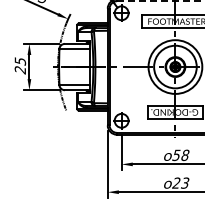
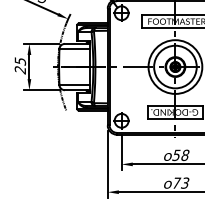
line at (160, 1): dashed -> solid
text at (176, 182): 23 -> 73
